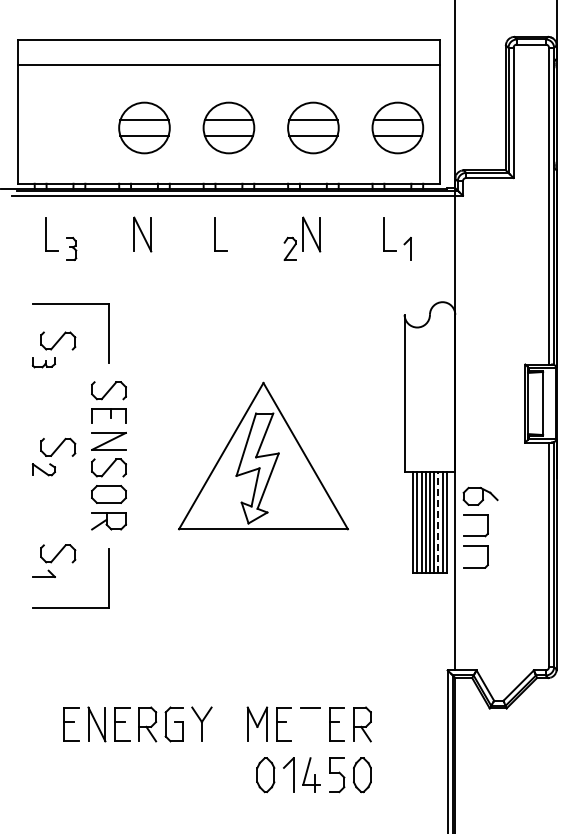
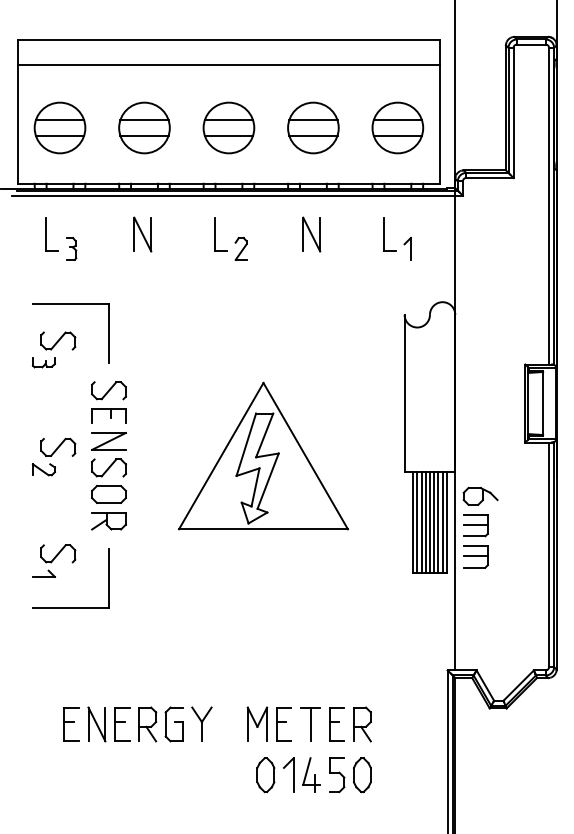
part at (59, 127): none -> present
part at (289, 248) position: (289, 248) -> (240, 248)
line at (438, 522): dashed -> solid
line at (475, 524): none -> present
line at (475, 556): none -> present
line at (310, 724): none -> present
